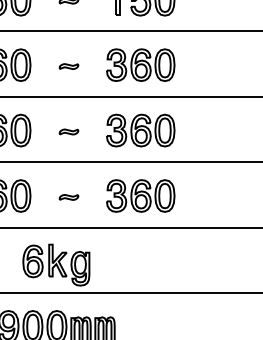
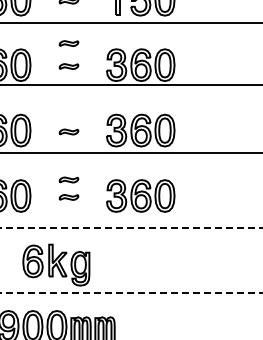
line at (130, 31) position: (130, 31) -> (130, 23)
part at (68, 43): none -> present
line at (130, 96) position: (130, 96) -> (130, 84)
line at (130, 162) position: (130, 162) -> (130, 153)
part at (68, 179): none -> present
line at (131, 227): solid -> dashed
line at (131, 293): solid -> dashed
